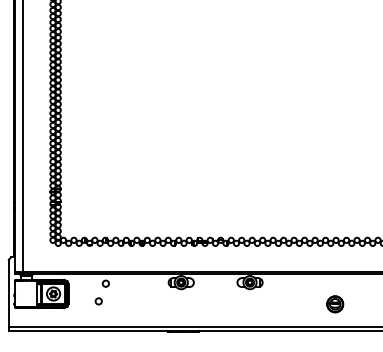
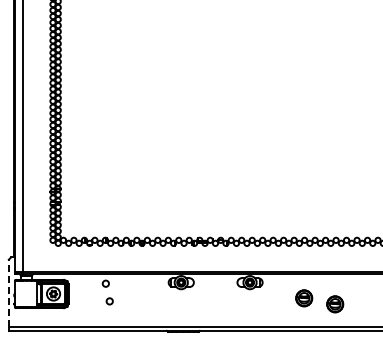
line at (8, 292): solid -> dashed
part at (304, 298): none -> present
circle at (98, 301) position: (98, 301) -> (109, 301)
